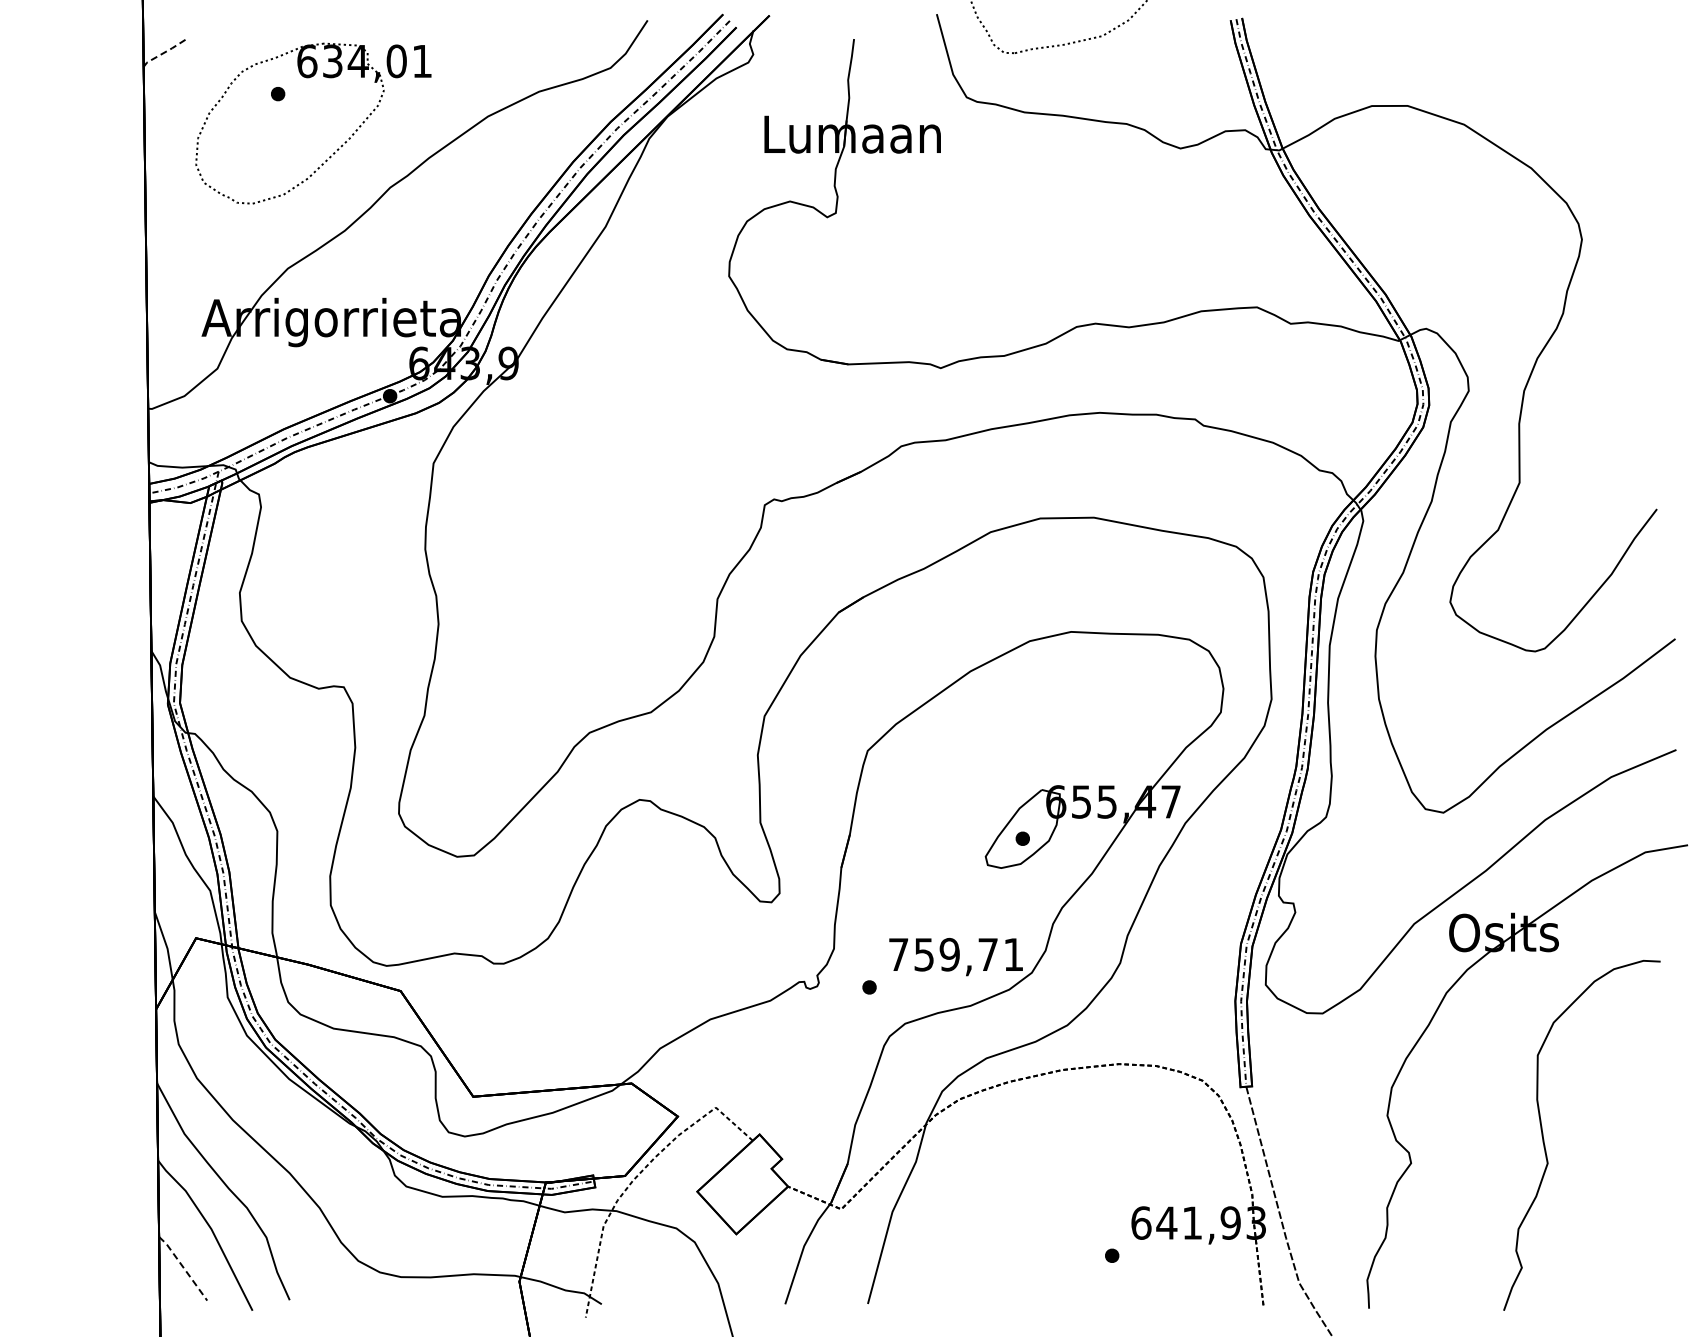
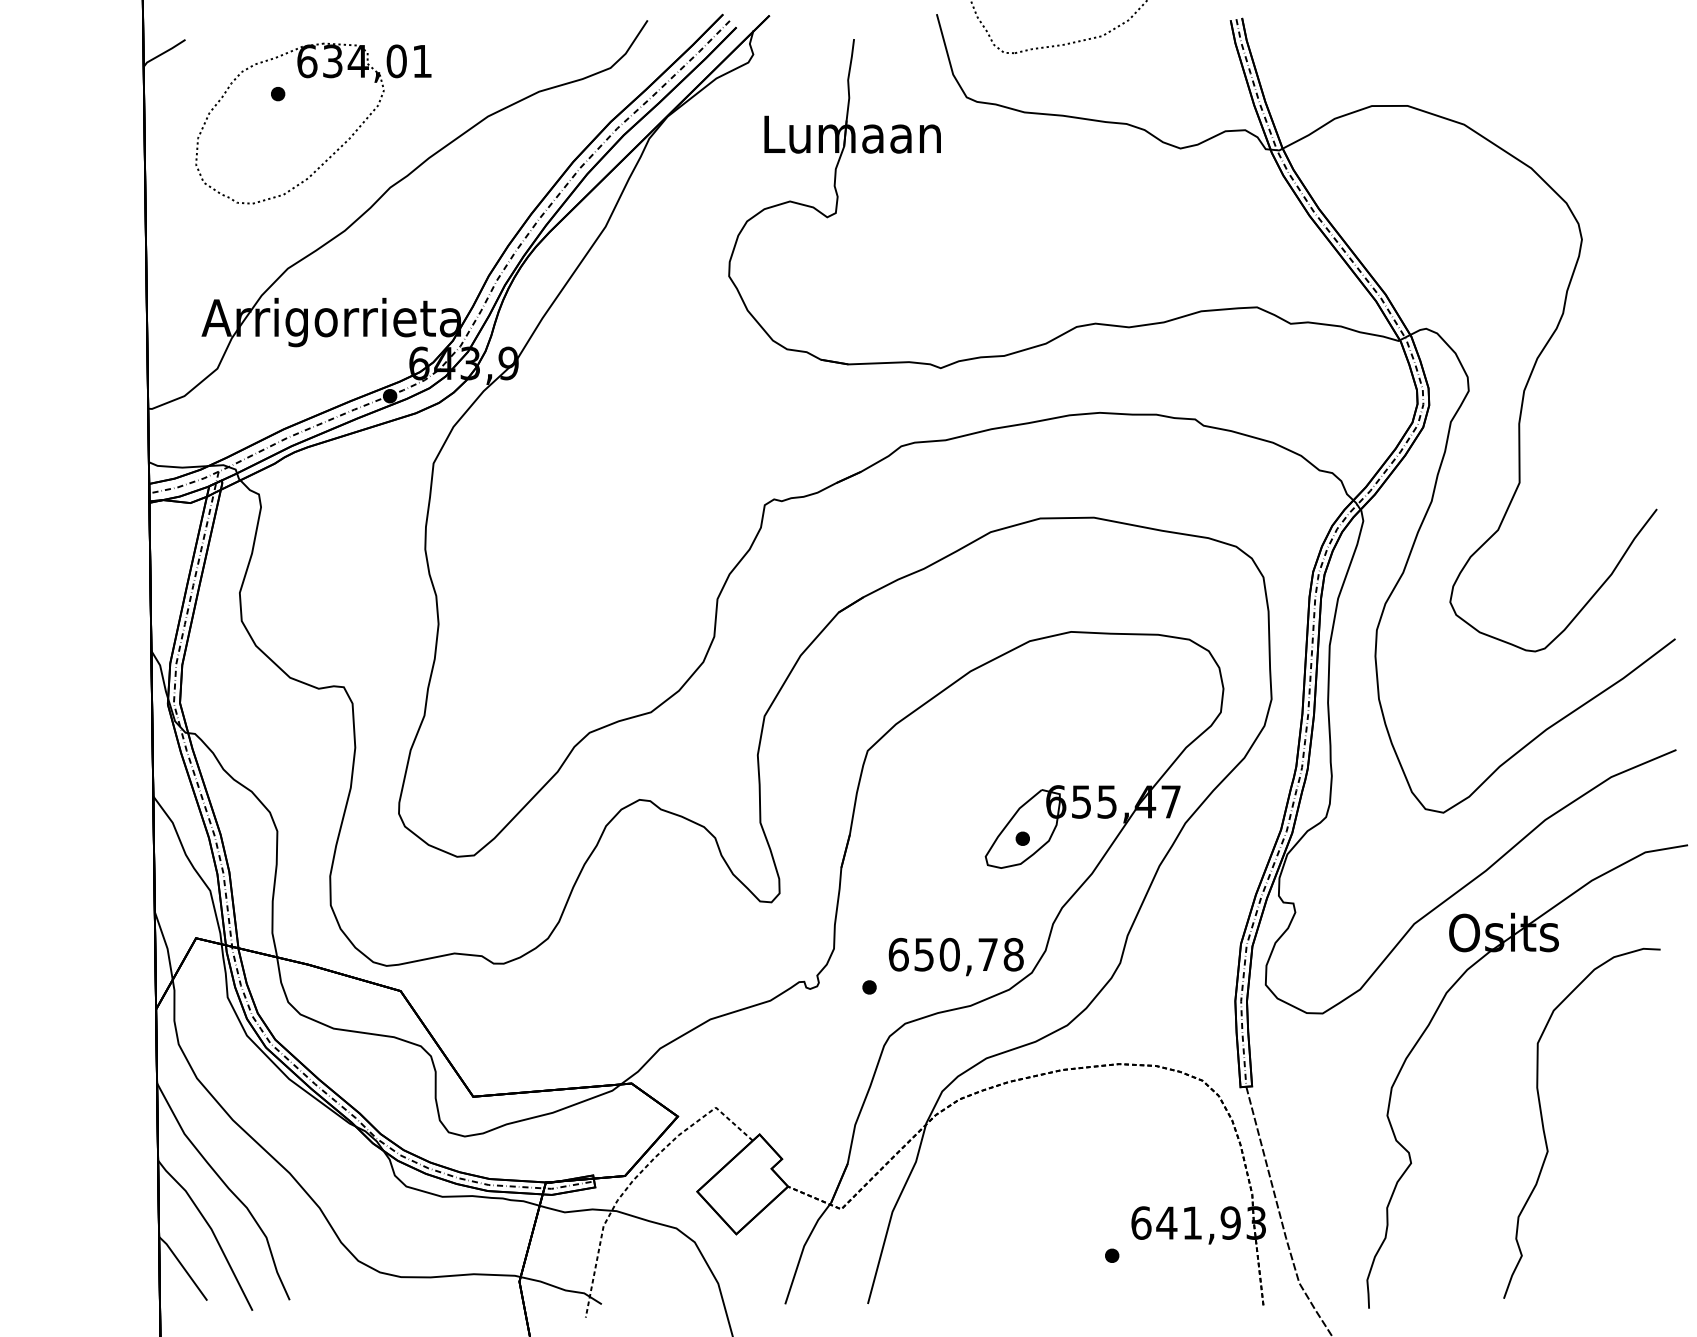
line at (163, 53): dashed -> solid
text at (955, 954): 759,71 -> 650,78
curve at (1544, 1139) position: (1544, 1139) -> (1544, 1127)
line at (183, 1267): dashed -> solid
